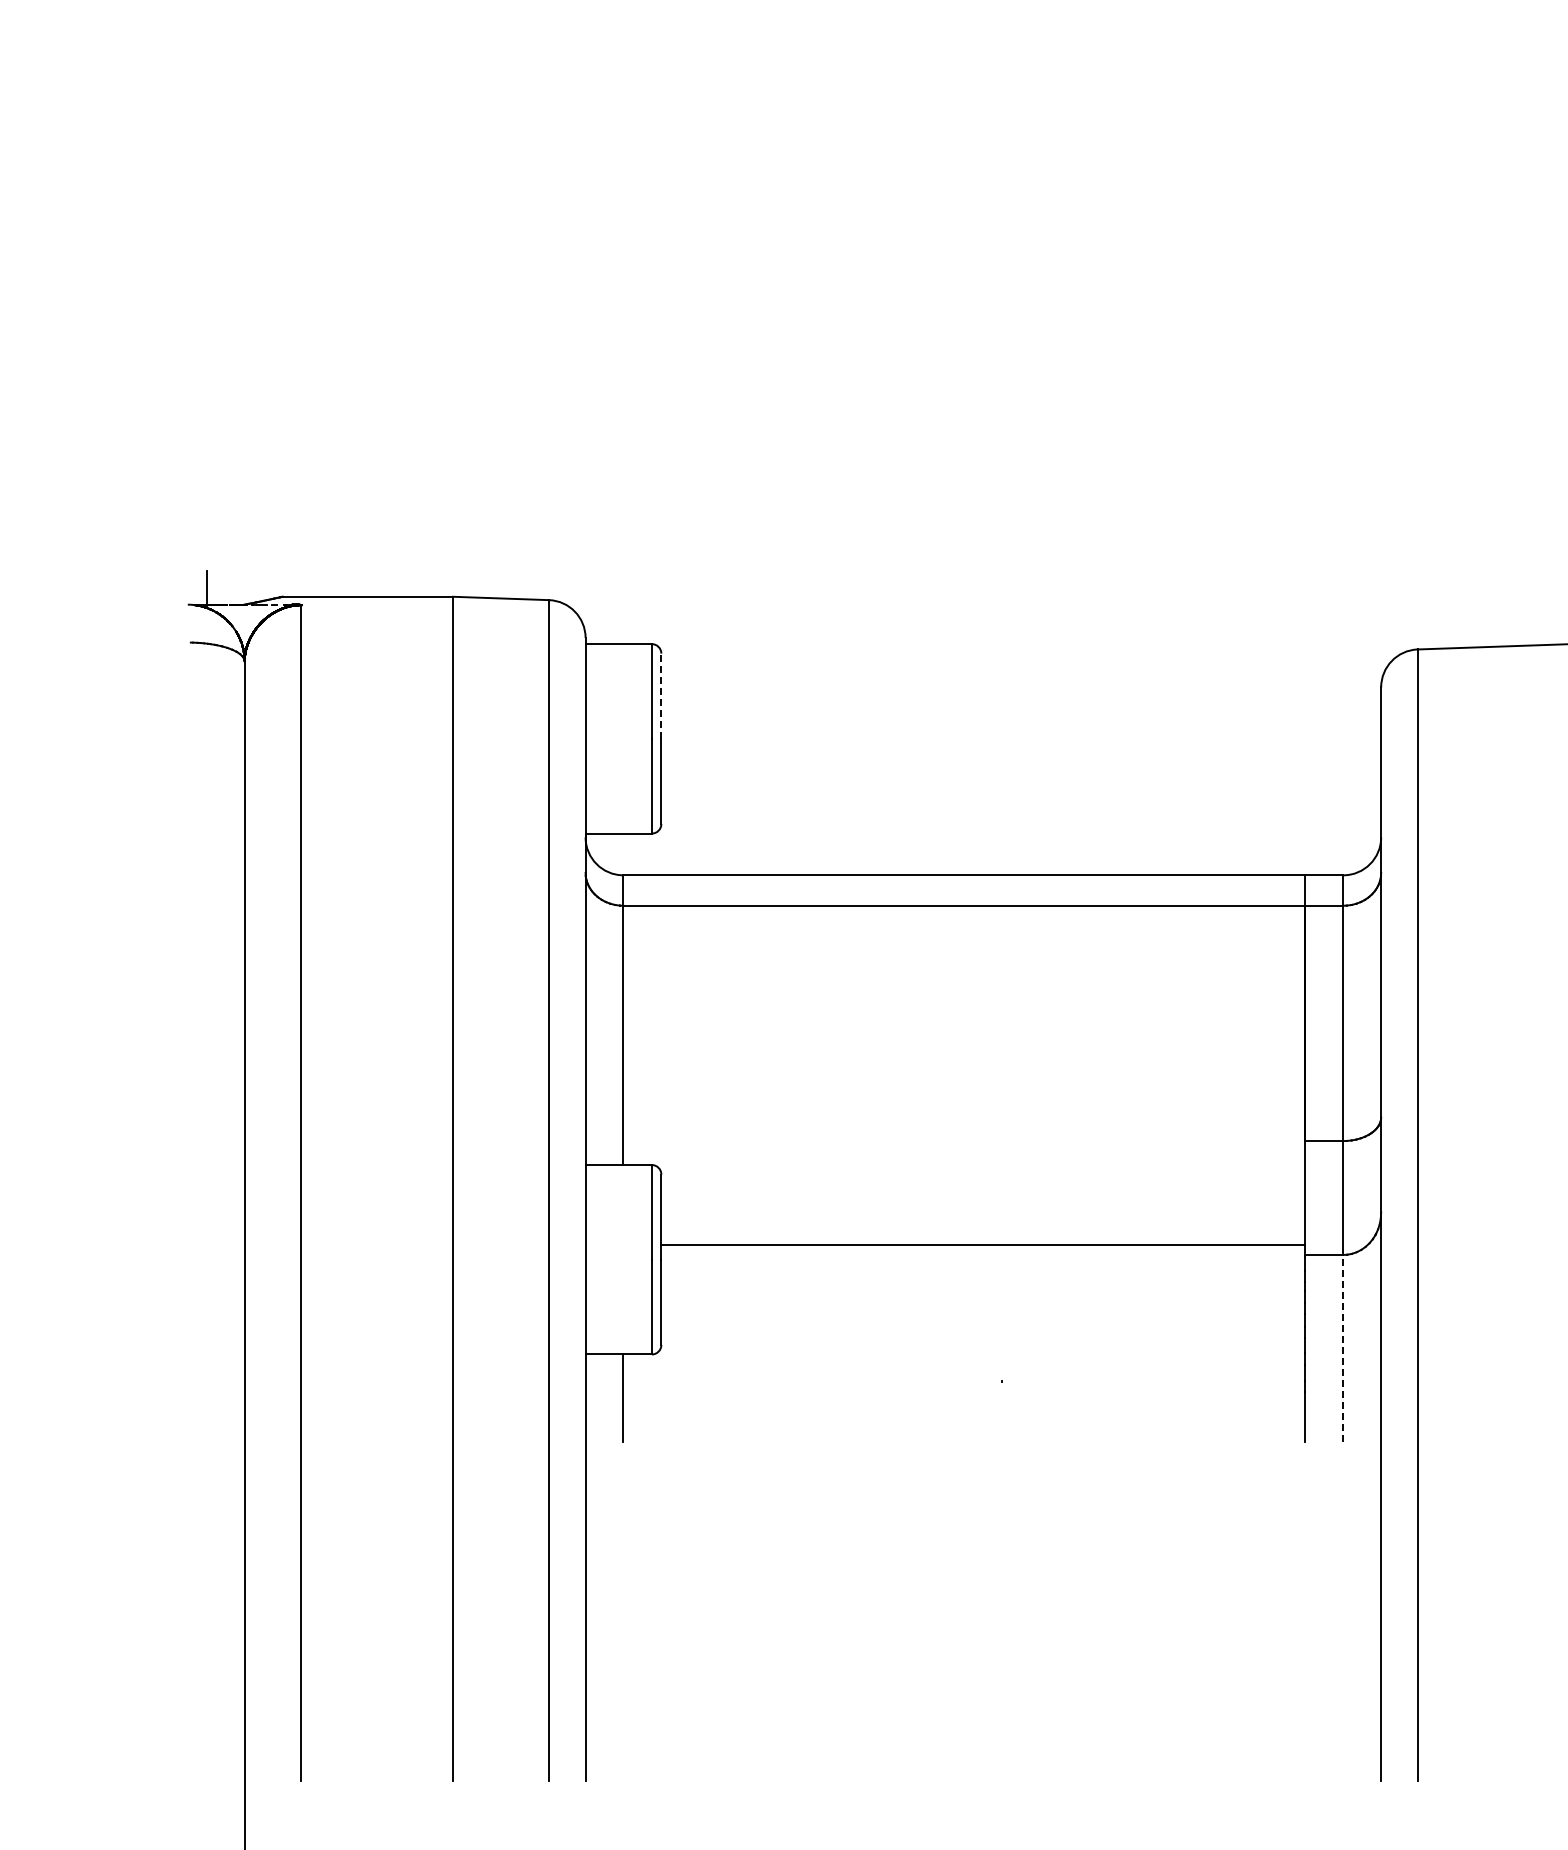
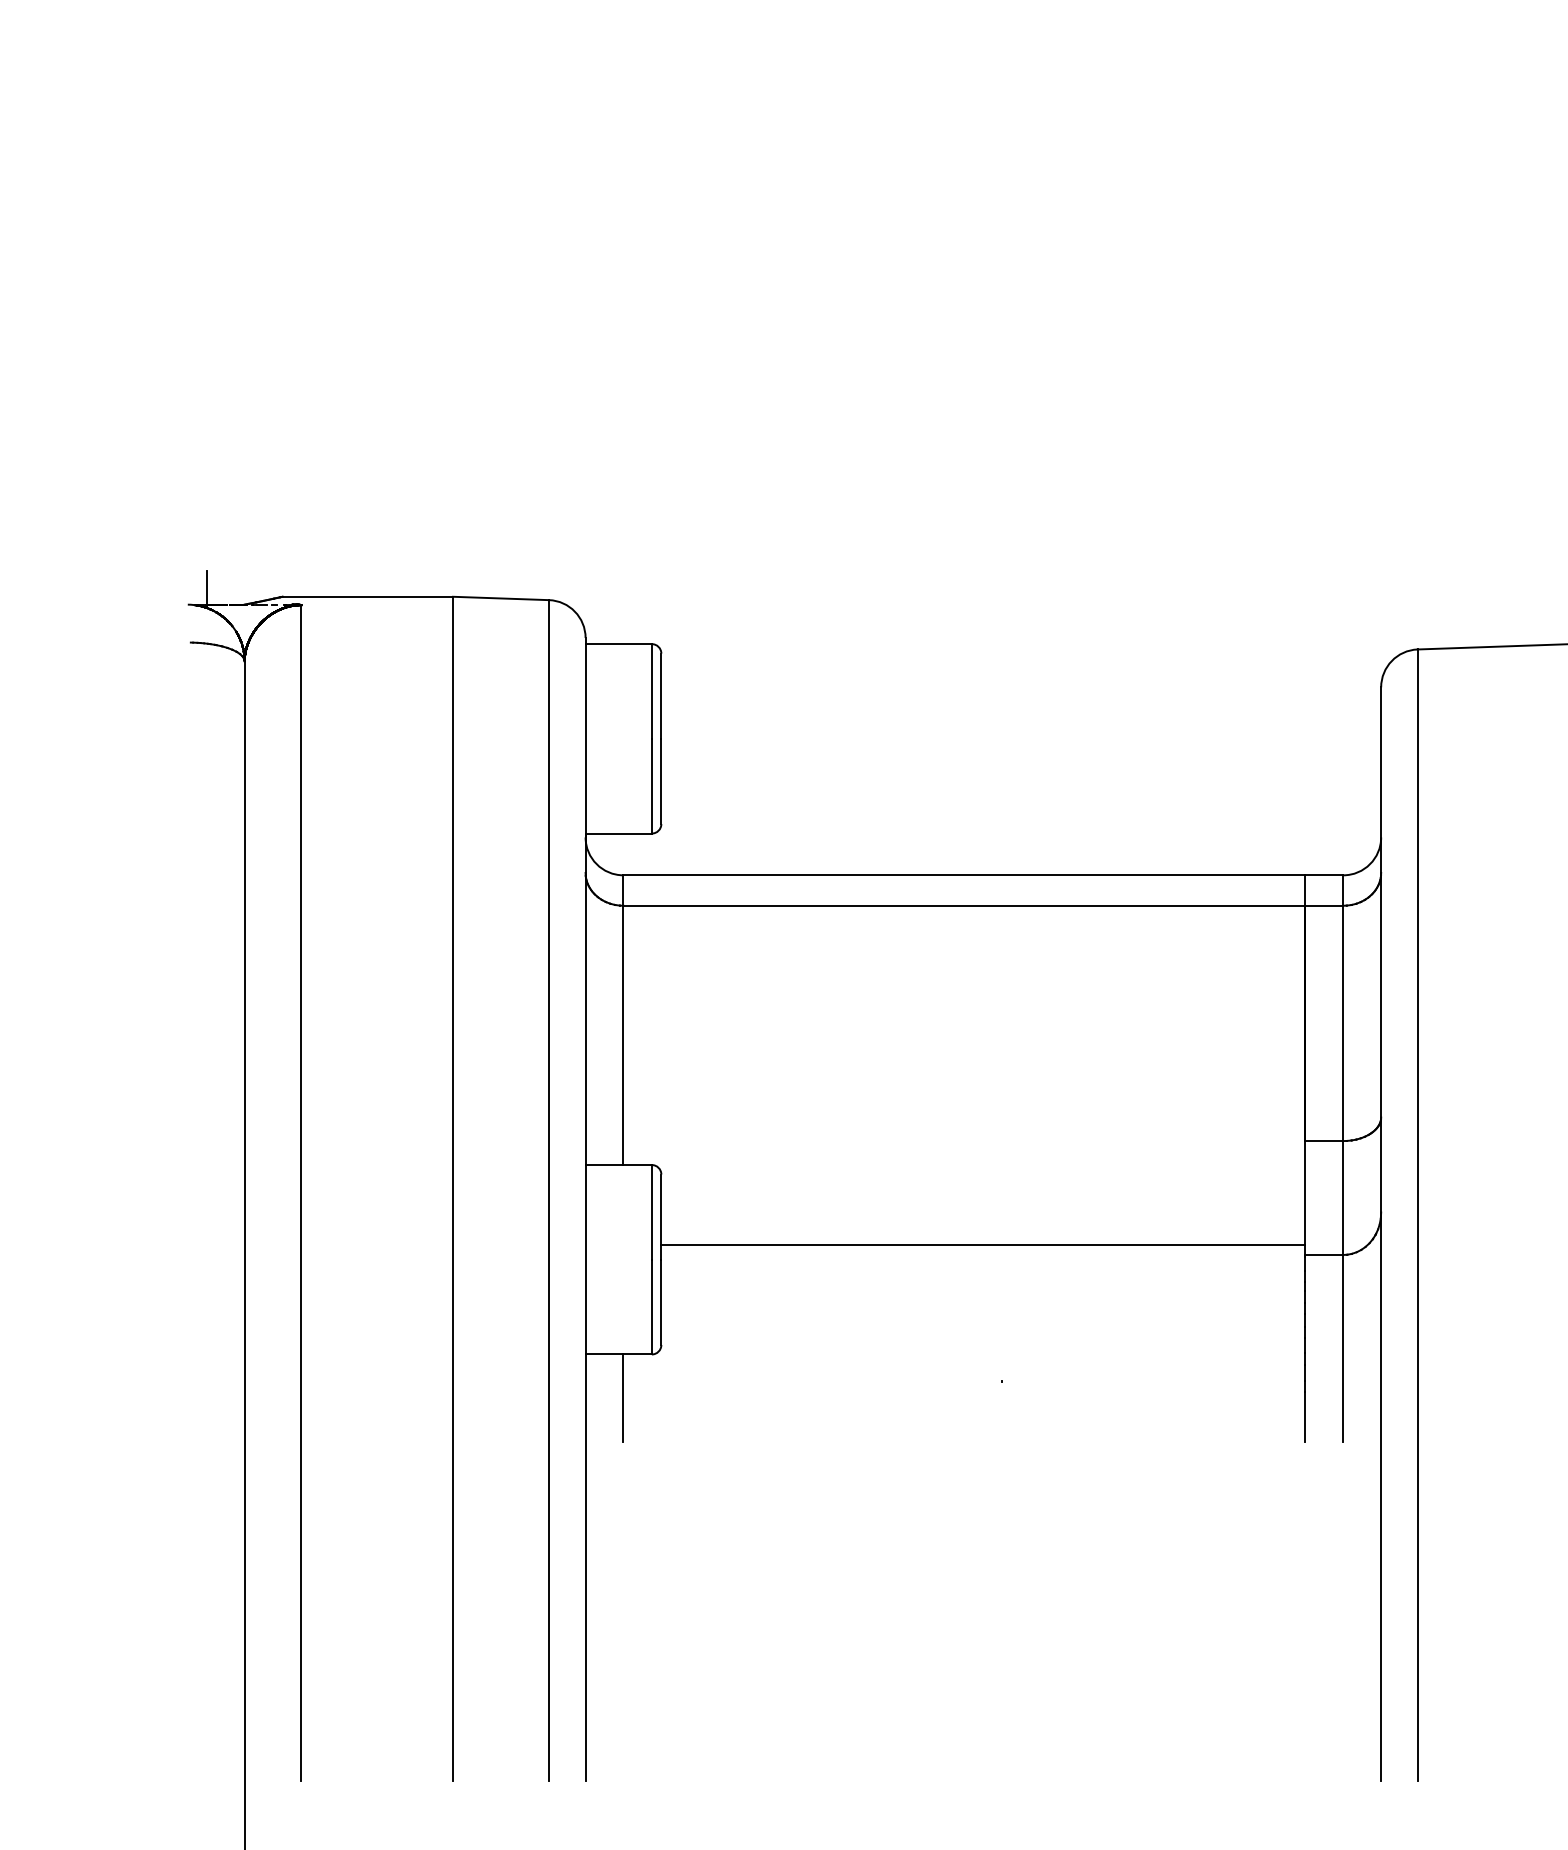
line at (661, 696): dashed -> solid
line at (1343, 1347): dashed -> solid
